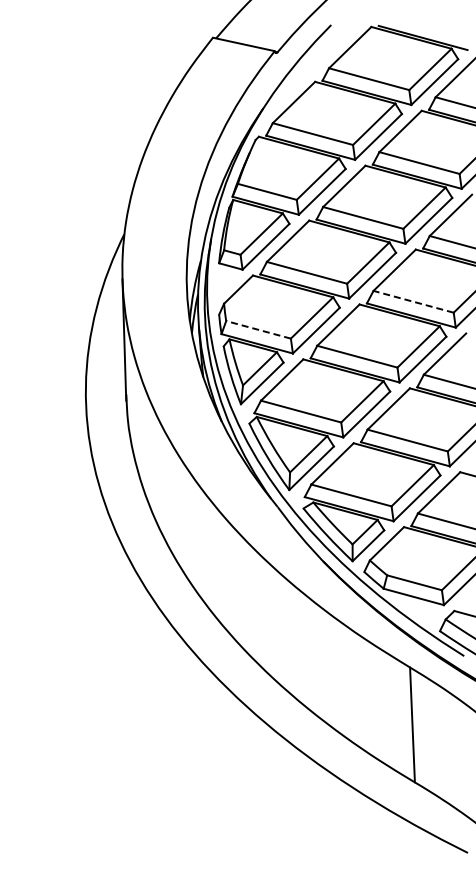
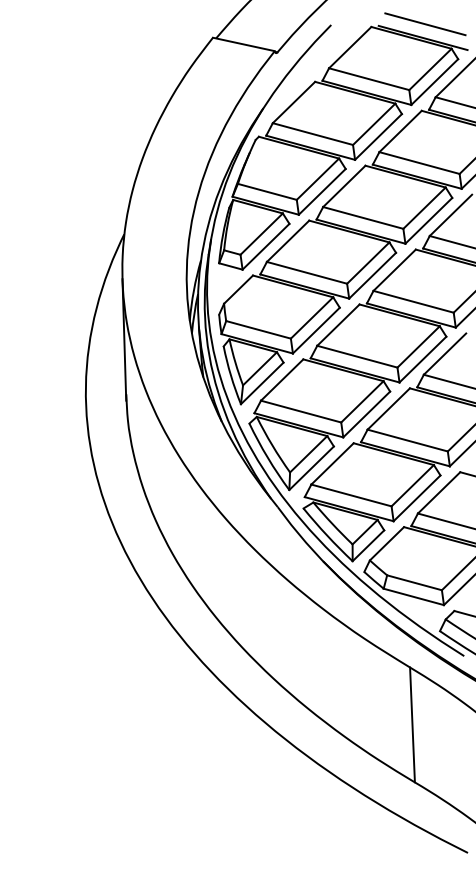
line at (425, 24): none -> present
line at (413, 301): dashed -> solid
line at (258, 329): dashed -> solid
